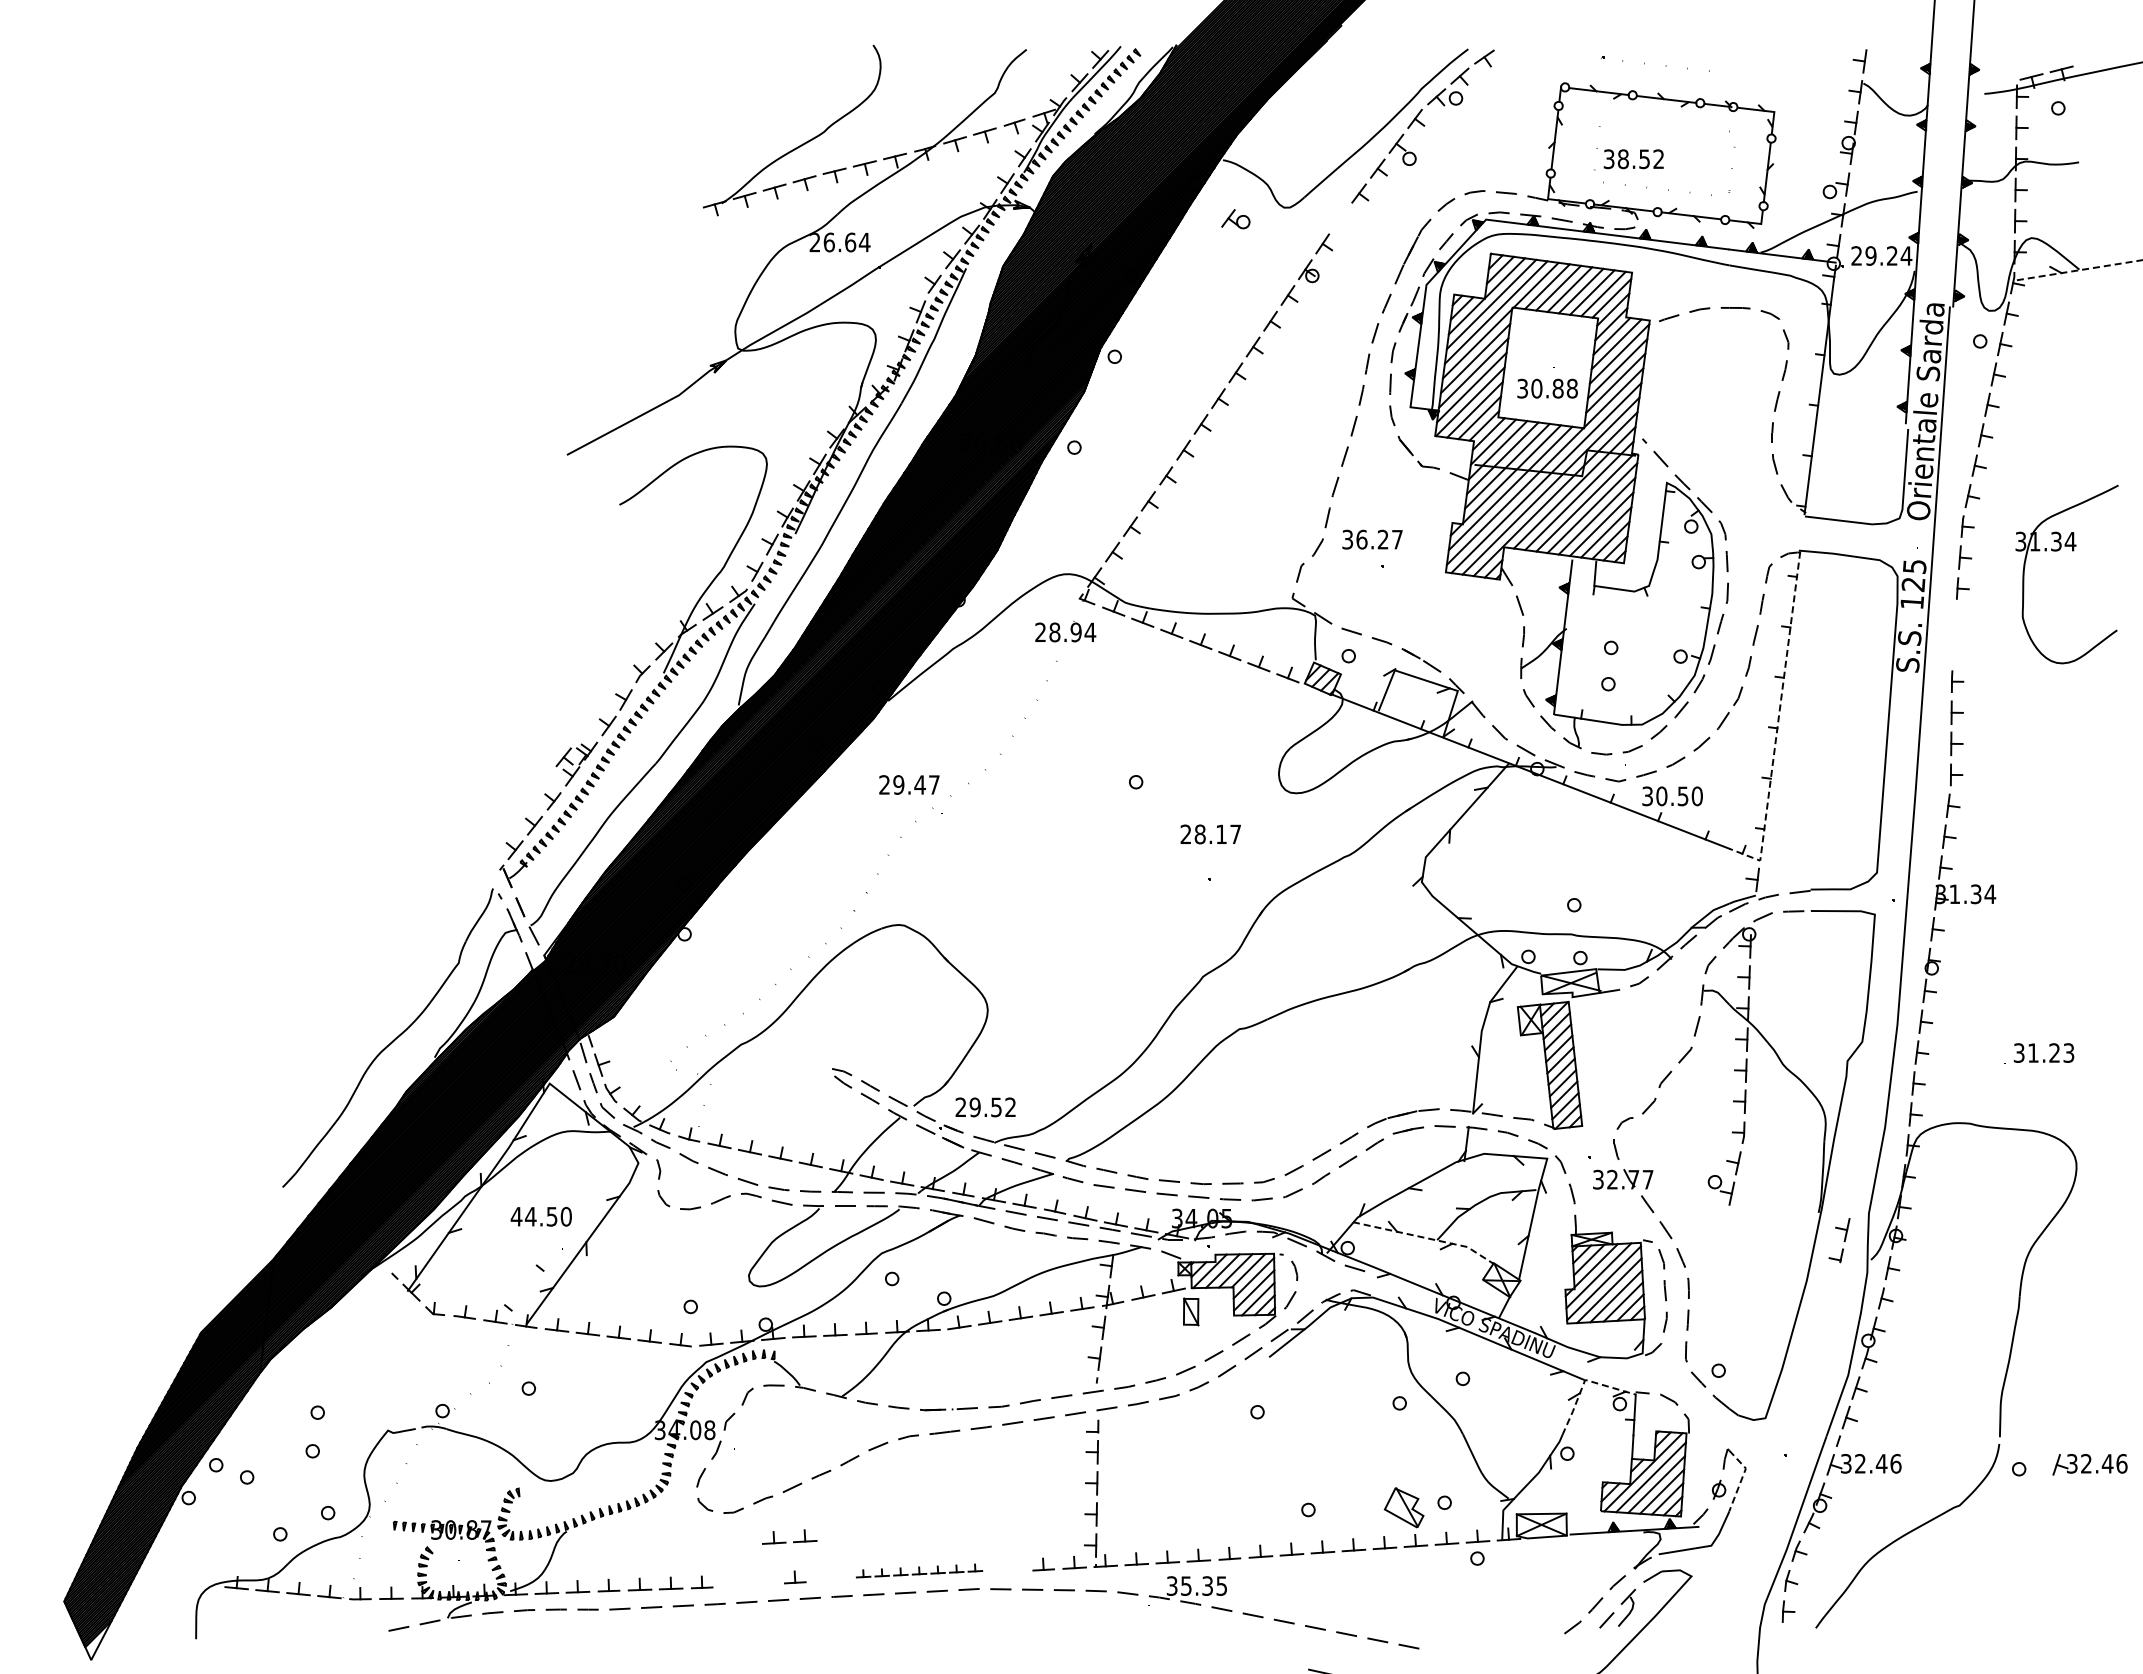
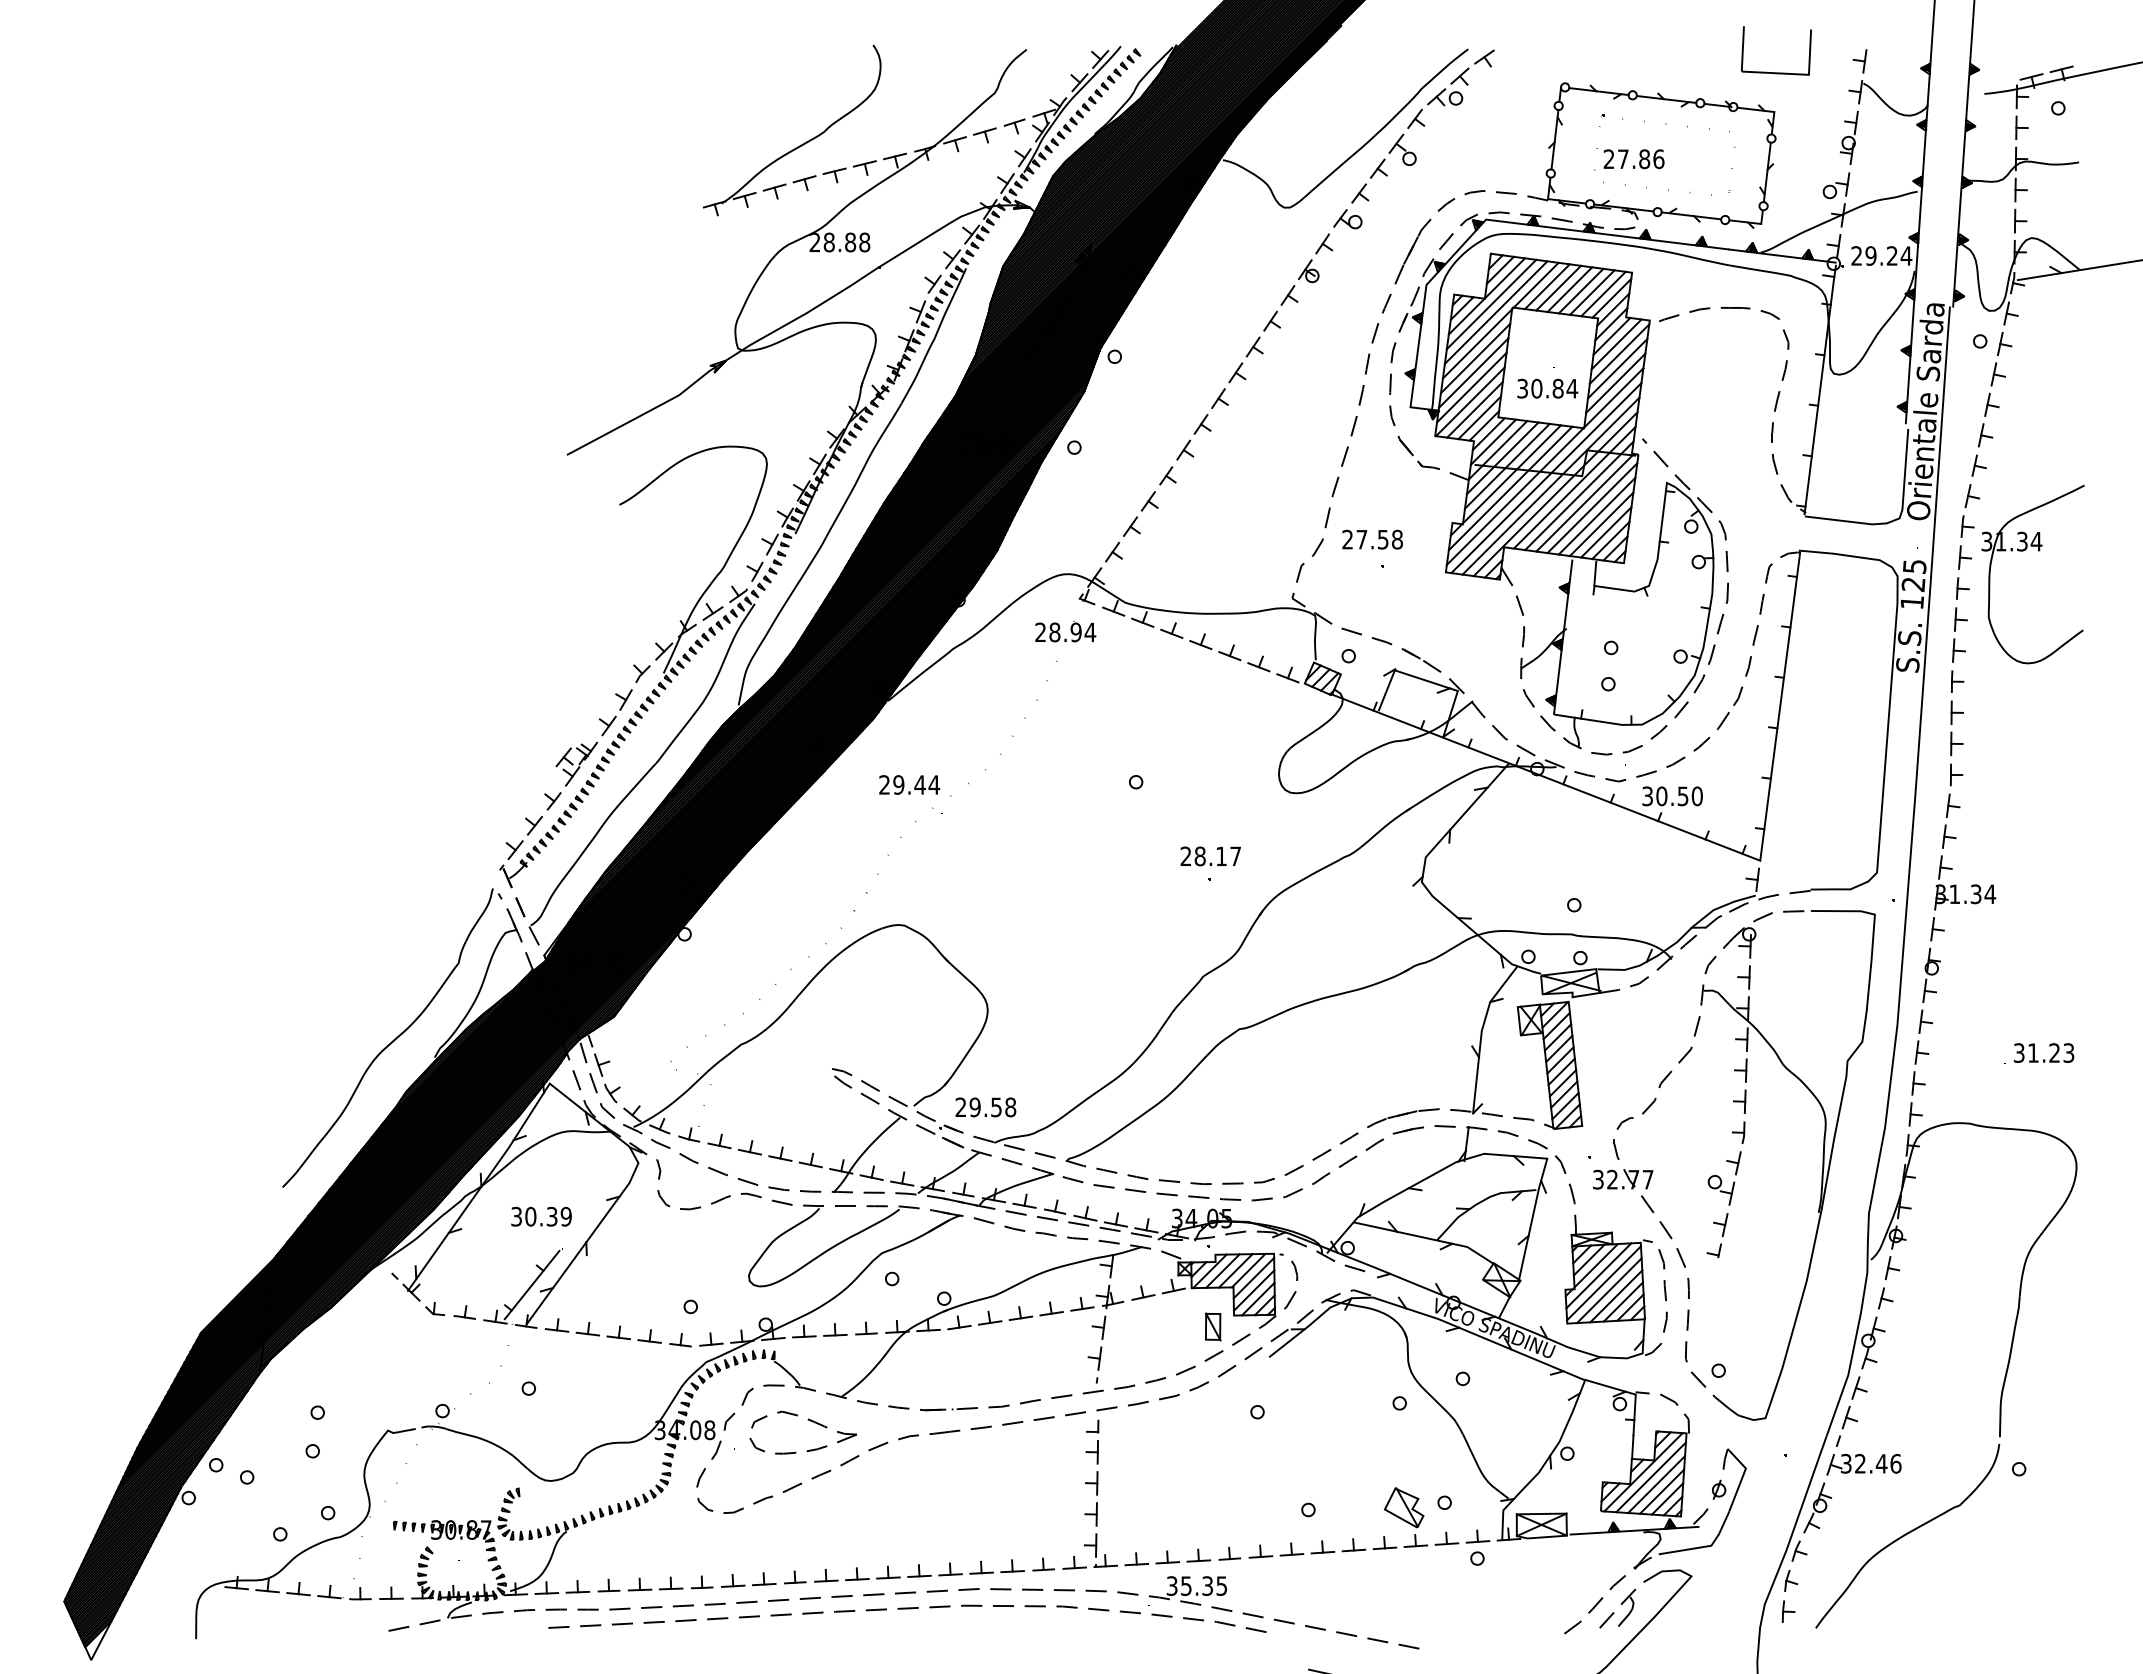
part at (1665, 65) position: (1665, 65) -> (1665, 123)
part at (1775, 72): none -> present
text at (1633, 159): 38.52 -> 27.86
part at (1235, 219) position: (1235, 219) -> (1347, 219)
text at (846, 242): 26.64 -> 28.88
line at (2079, 270): dashed -> solid
text at (1572, 388): 30.88 -> 30.84
text at (1372, 539): 36.27 -> 27.58
part at (2072, 551) position: (2072, 551) -> (2038, 551)
part at (1959, 634): none -> present
line at (1777, 724): dashed -> solid
text at (934, 784): 29.47 -> 29.44
text at (1210, 834) position: (1210, 834) -> (1210, 856)
text at (1010, 1107): 29.52 -> 29.58
text at (540, 1216): 44.50 -> 30.39
line at (1426, 1238): dashed -> solid
part at (1839, 1240) position: (1839, 1240) -> (1717, 1235)
line at (531, 1284): none -> present
part at (1191, 1311) position: (1191, 1311) -> (1213, 1326)
line at (1583, 1383): dashed -> solid
part at (807, 1420): none -> present
part at (2089, 1464): present -> none
line at (1742, 1478): dashed -> solid
part at (789, 1536) position: (789, 1536) -> (748, 1579)
part at (919, 1570) size: 128x16 px -> 211x24 px
curve at (907, 1609): none -> present
